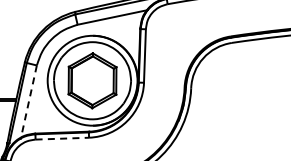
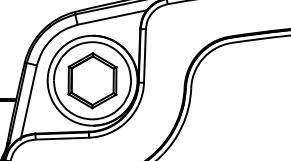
line at (28, 102): dashed -> solid
line at (62, 138): dashed -> solid
